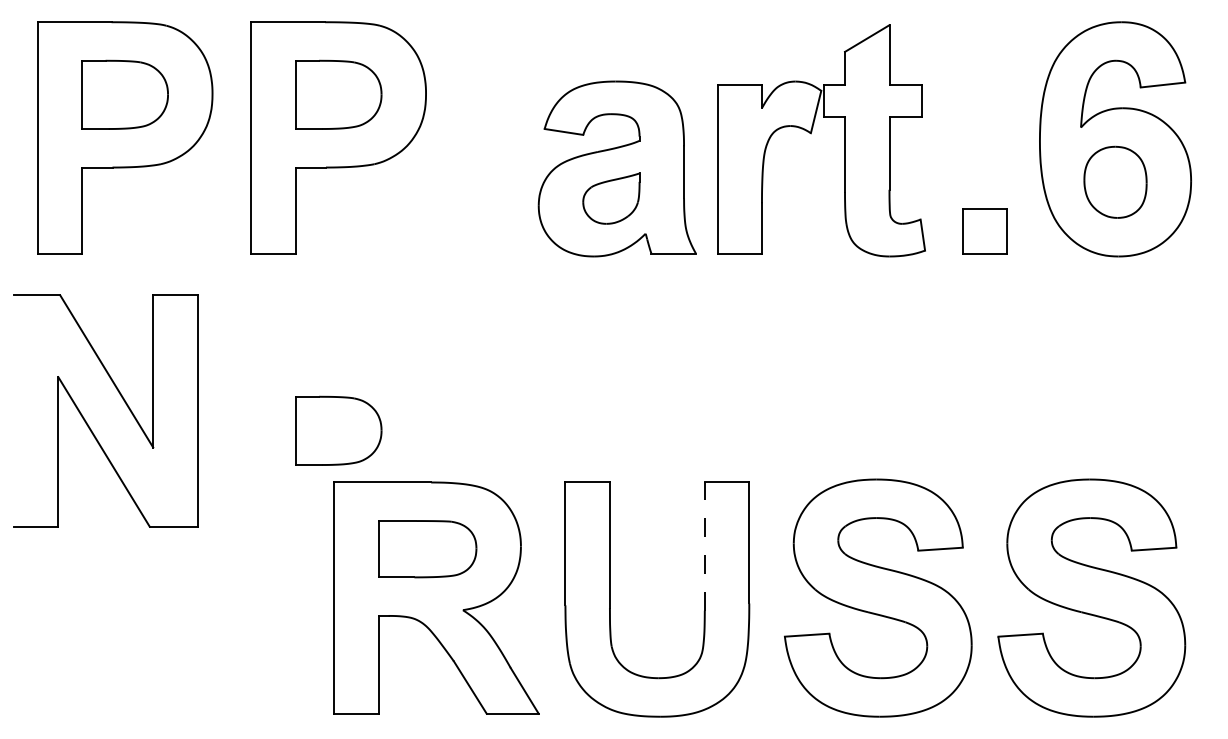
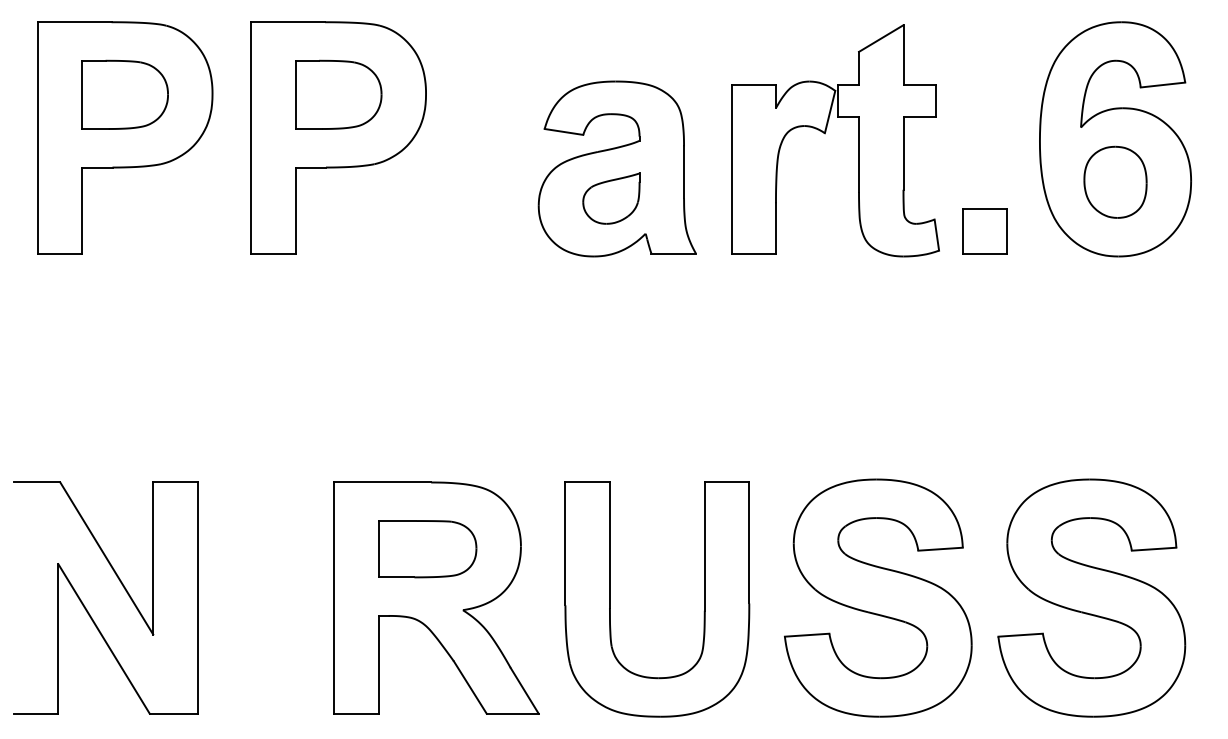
part at (811, 134) position: (811, 134) -> (825, 134)
part at (122, 399) position: (122, 399) -> (122, 586)
part at (338, 430): present -> none
line at (704, 546): dashed -> solid
